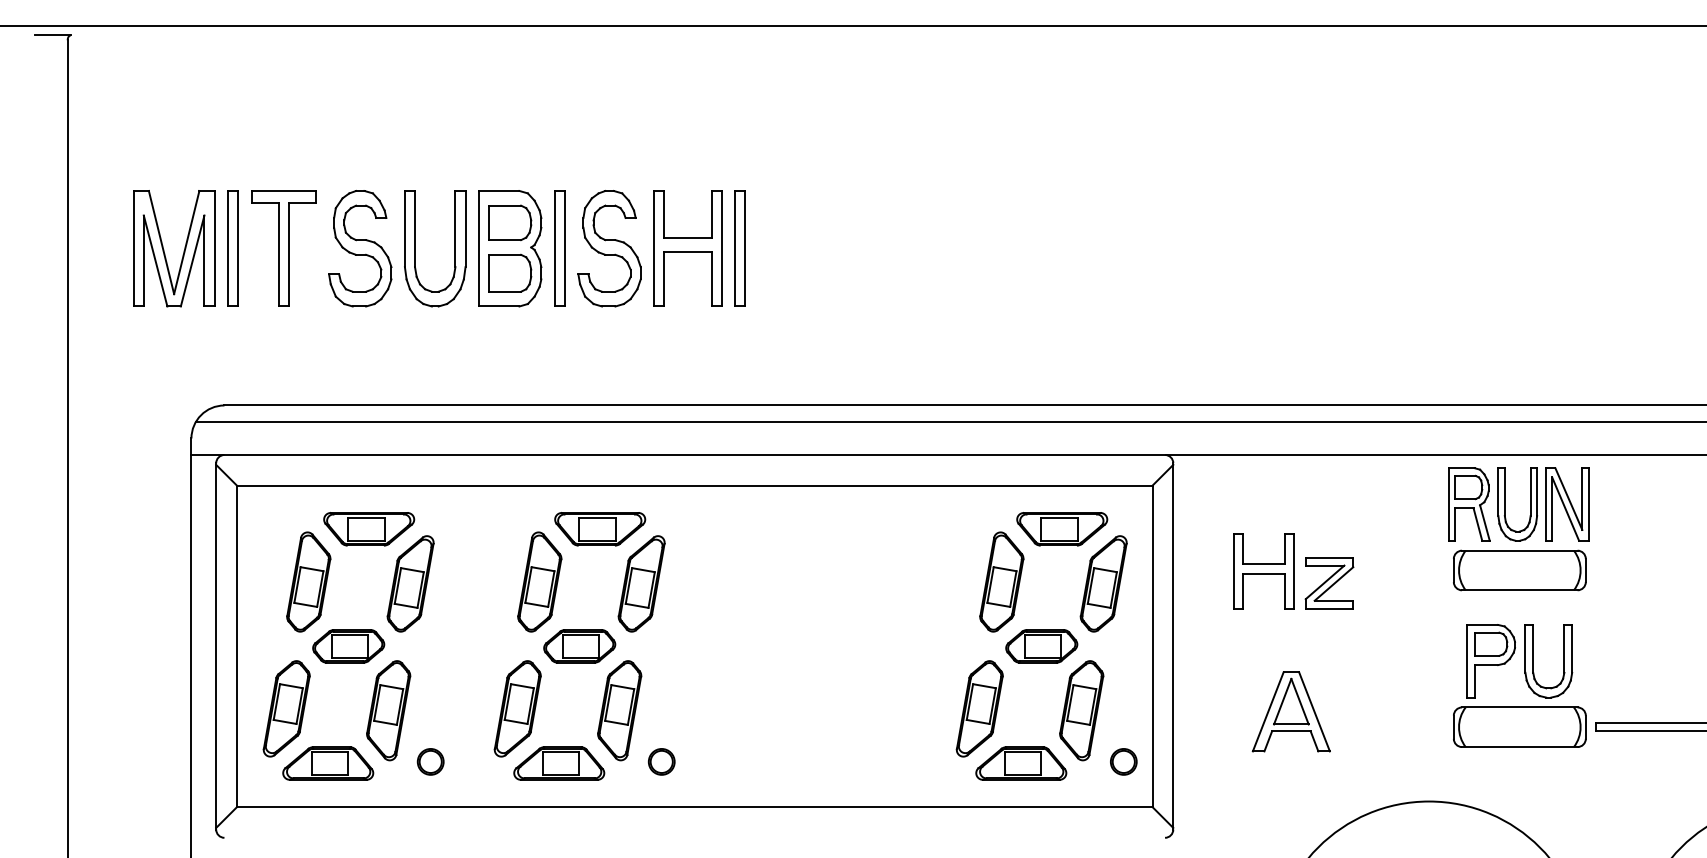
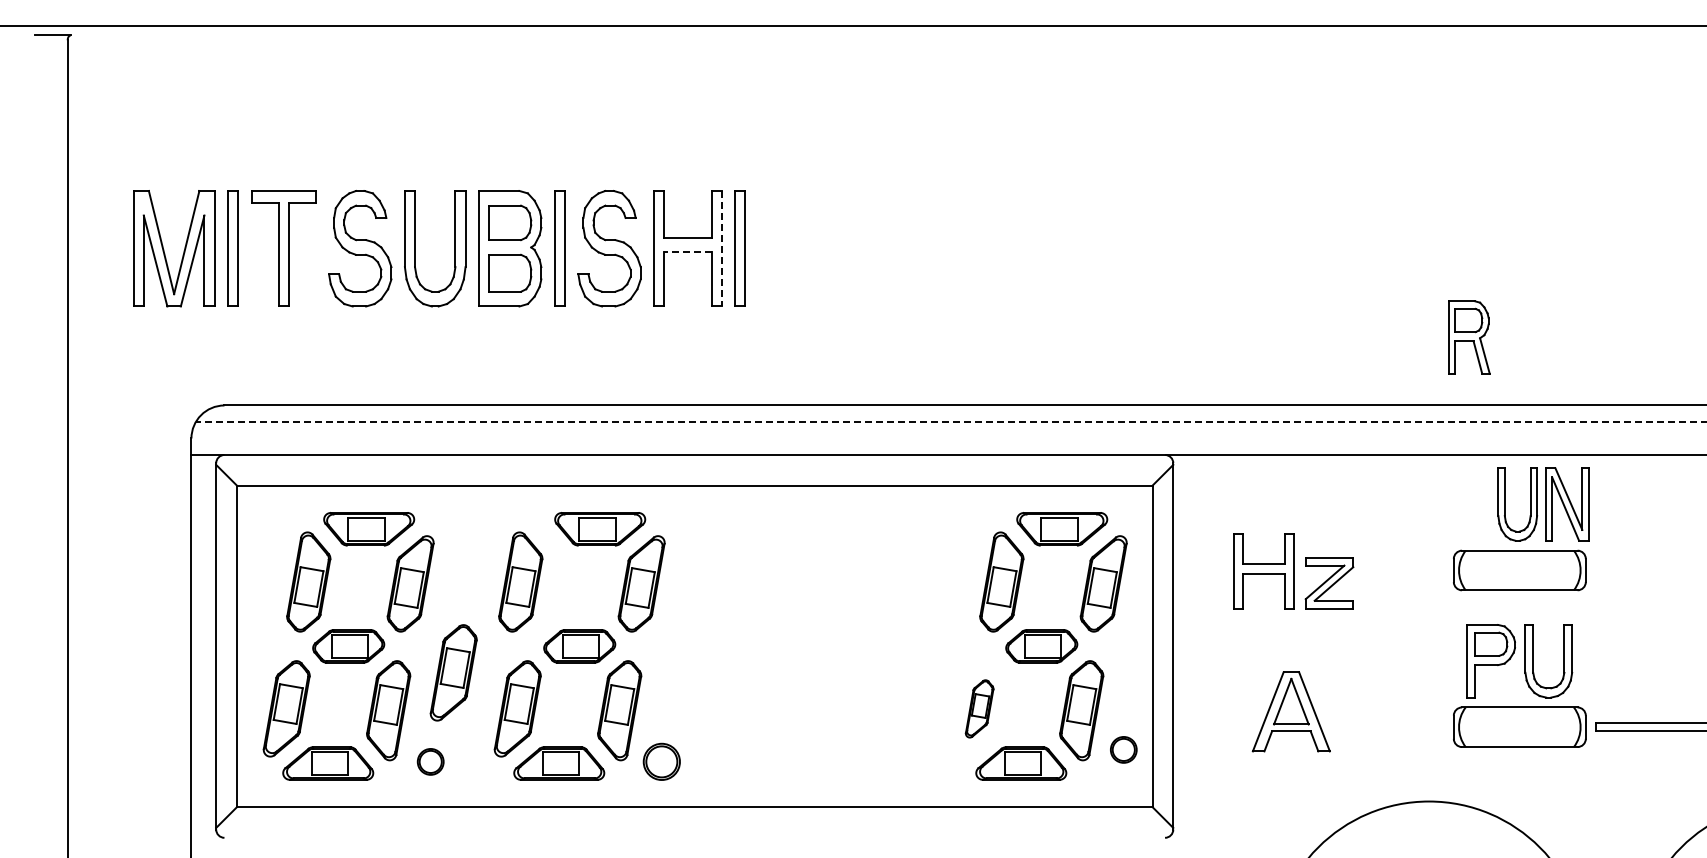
line at (721, 248): solid -> dashed
line at (687, 252): solid -> dashed
line at (950, 421): solid -> dashed
part at (1469, 504) position: (1469, 504) -> (1469, 337)
part at (539, 581) position: (539, 581) -> (520, 581)
part at (453, 672): none -> present
part at (979, 708) size: 49x98 px -> 31x60 px
part at (661, 761) size: 29x28 px -> 39x39 px
part at (1123, 761) position: (1123, 761) -> (1123, 749)
